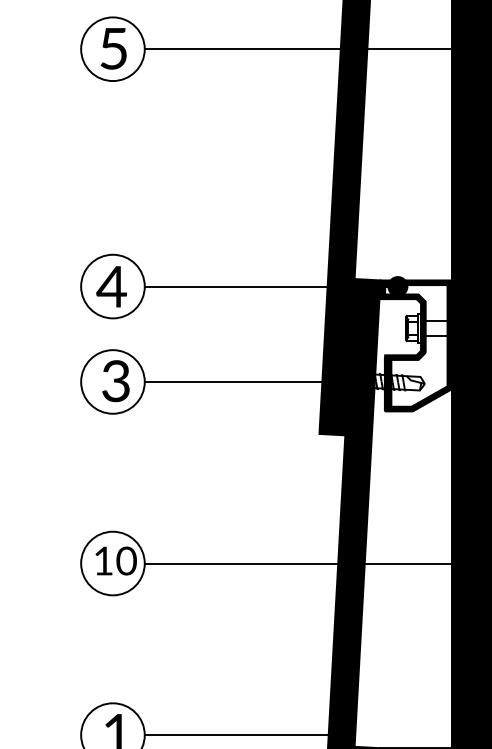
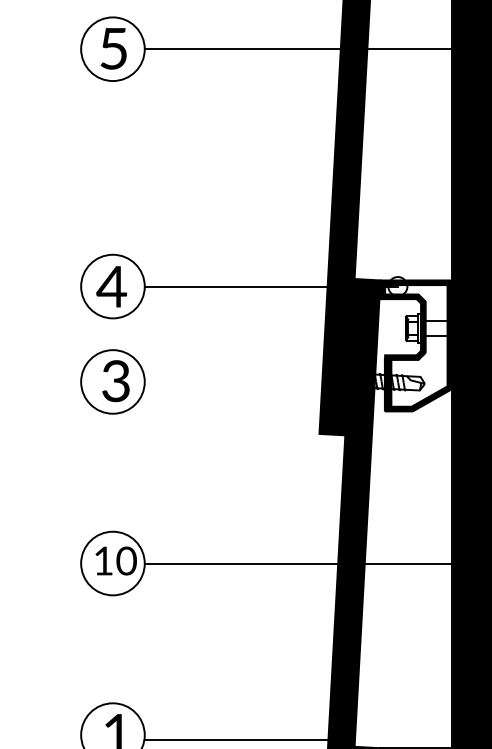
fill at (397, 286): present -> none
line at (248, 381): present -> none
line at (242, 735) position: (242, 735) -> (242, 740)
